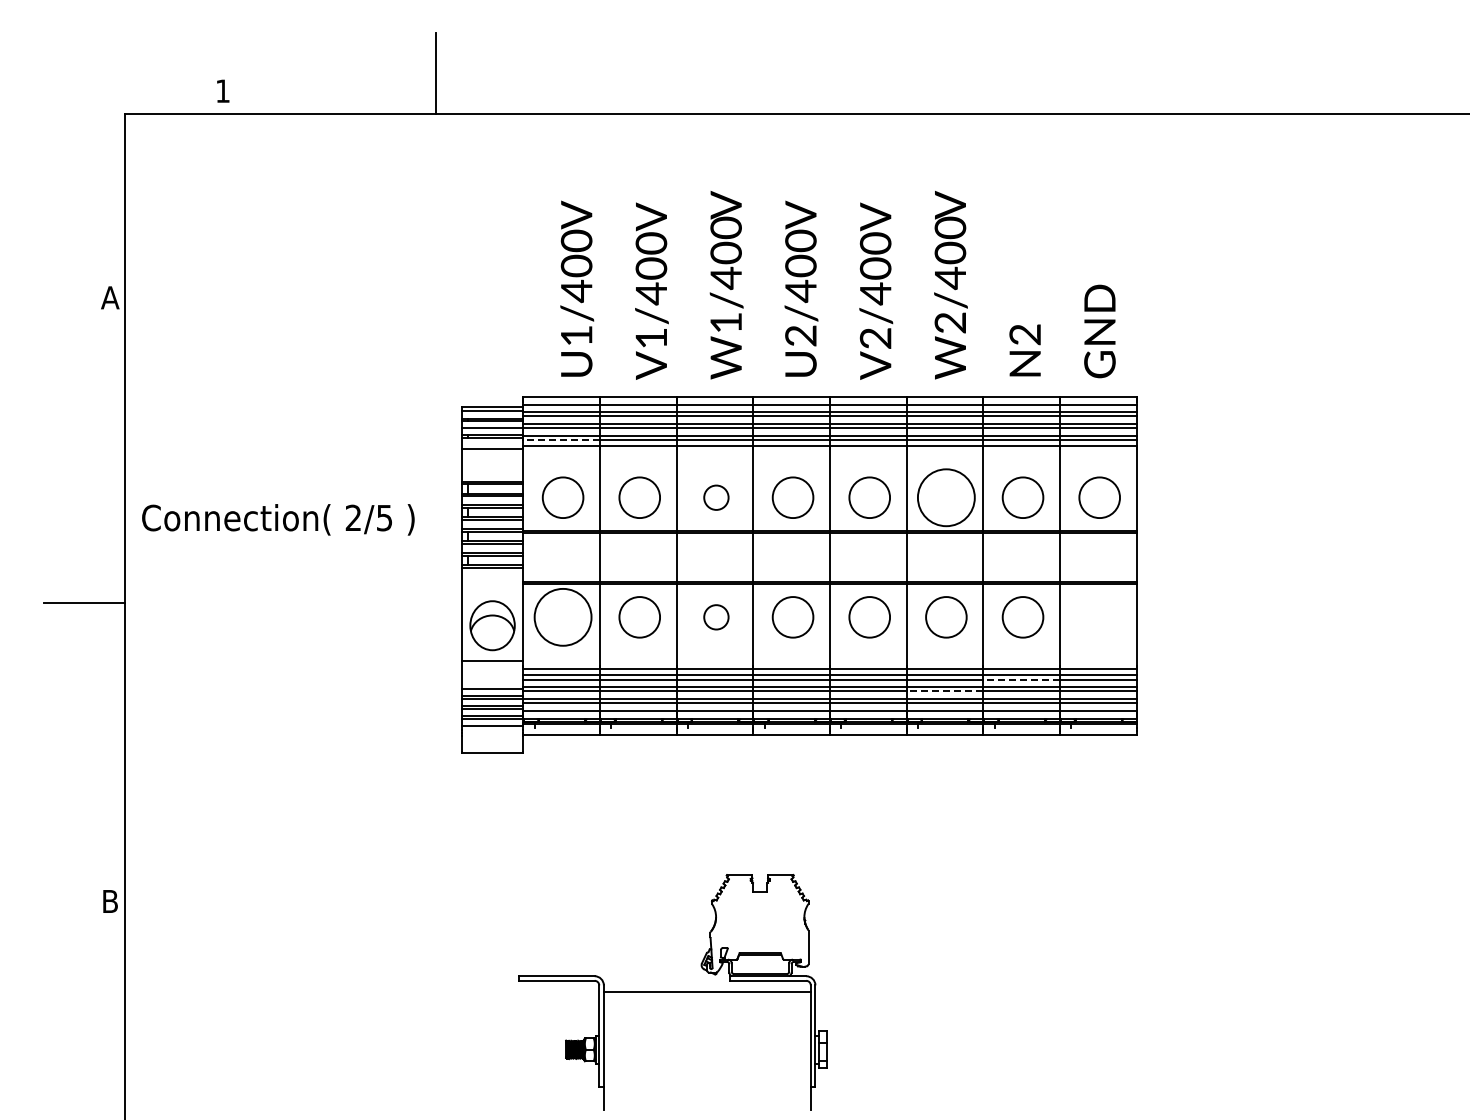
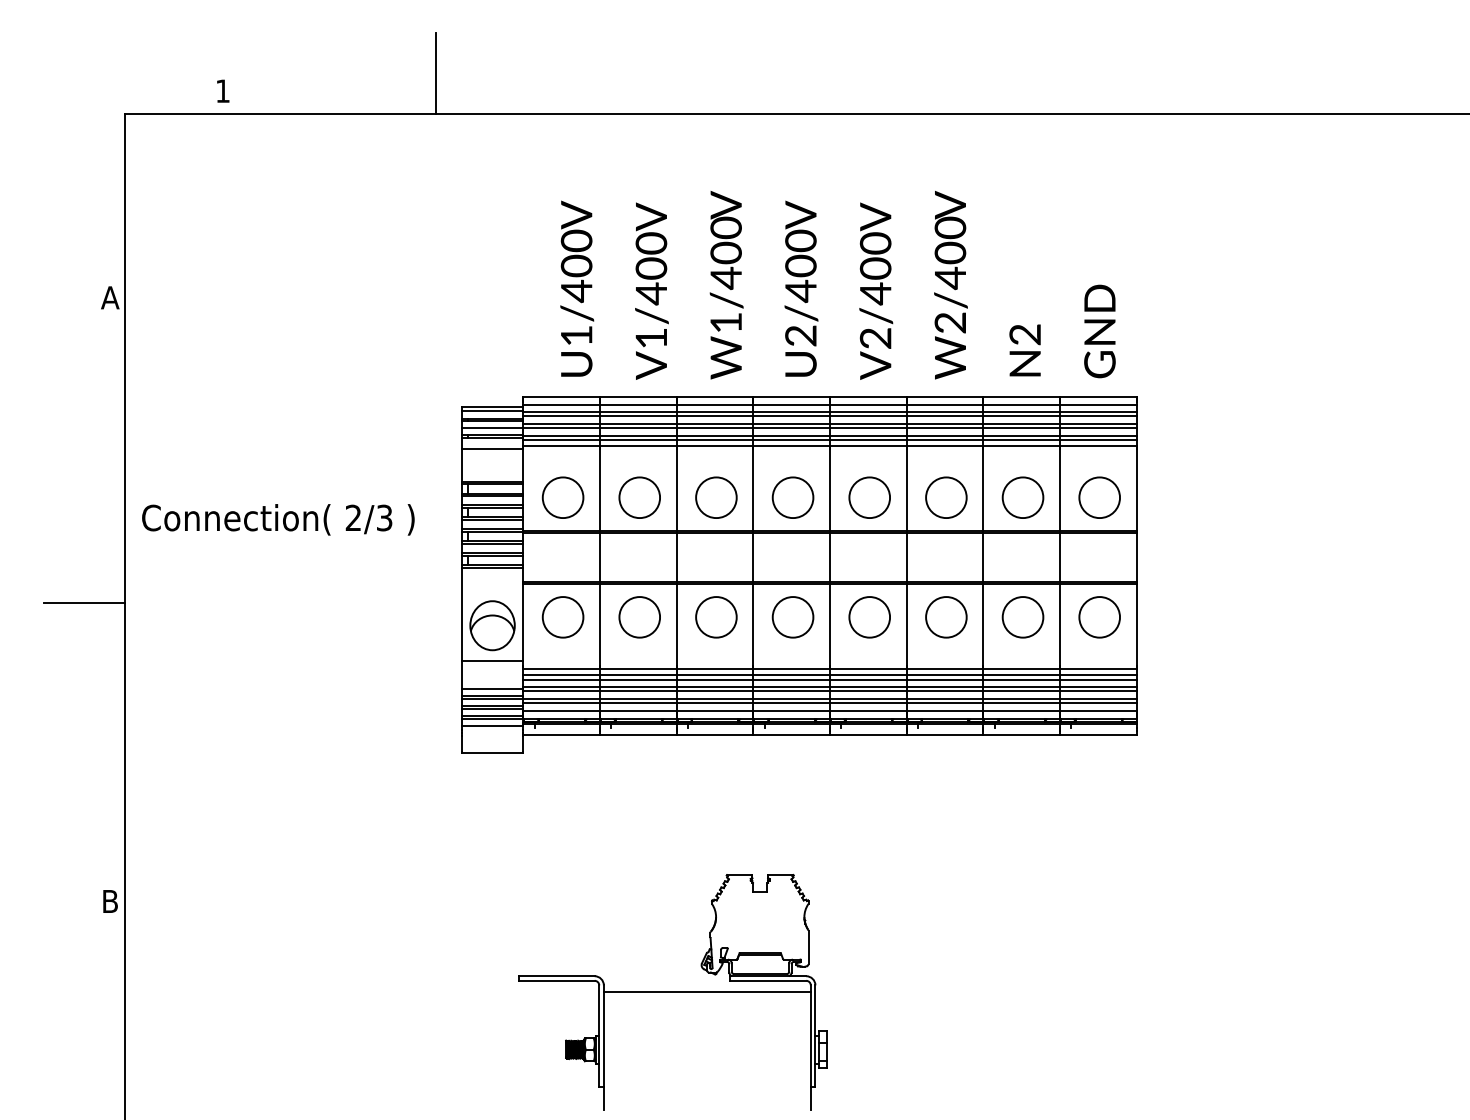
line at (561, 440): dashed -> solid
circle at (716, 497) diameter: 24 px -> 41 px
circle at (945, 497) diameter: 57 px -> 41 px
text at (384, 517): 2/5 -> 2/3
circle at (562, 616) diameter: 57 px -> 41 px
circle at (716, 617) diameter: 24 px -> 41 px
circle at (1099, 617): none -> present
line at (1021, 679): dashed -> solid
line at (944, 691): dashed -> solid
